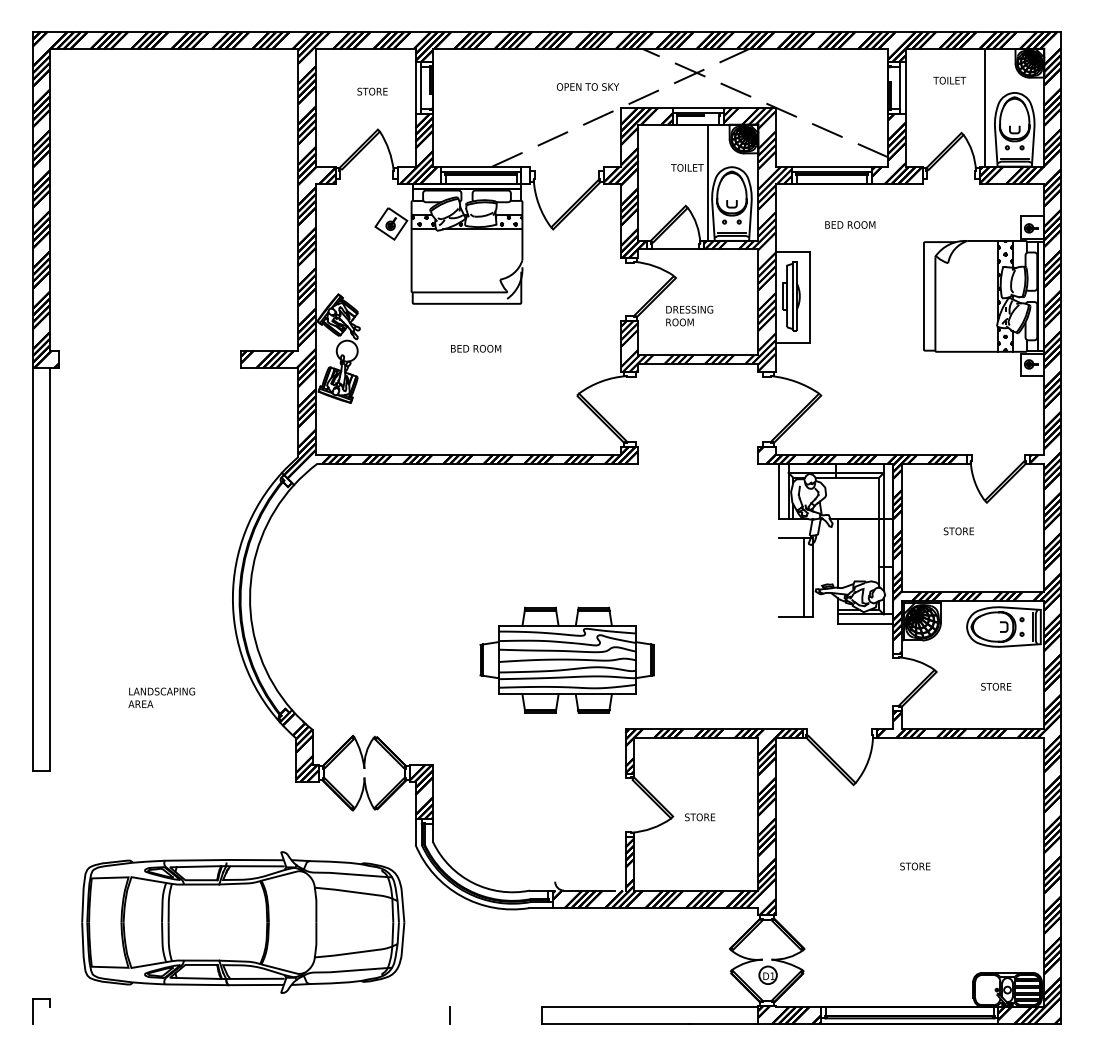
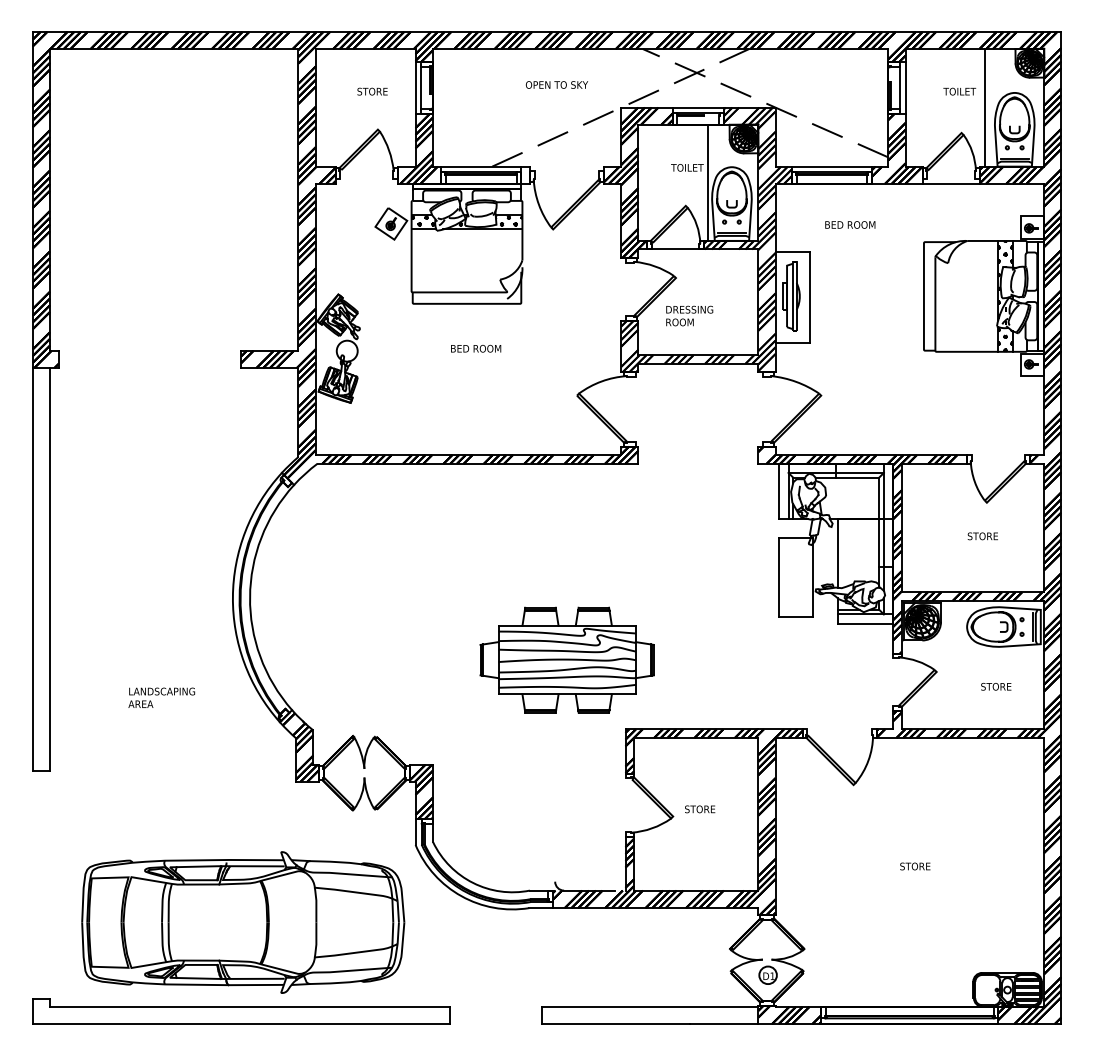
text at (949, 80) position: (949, 80) -> (959, 91)
text at (587, 86) position: (587, 86) -> (556, 84)
line at (950, 183): none -> present
text at (958, 531) position: (958, 531) -> (982, 536)
line at (804, 577) position: (804, 577) -> (779, 577)
text at (700, 817) position: (700, 817) -> (700, 809)
line at (249, 1006): none -> present
line at (241, 1024): none -> present
